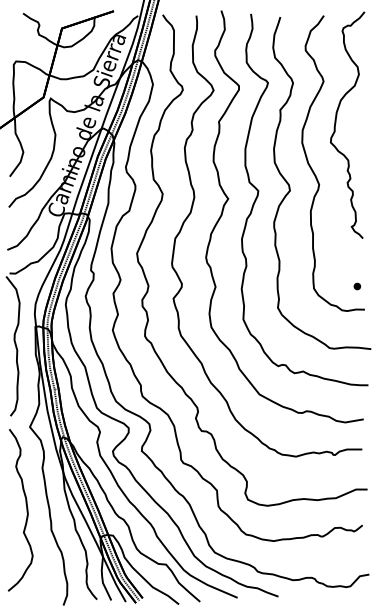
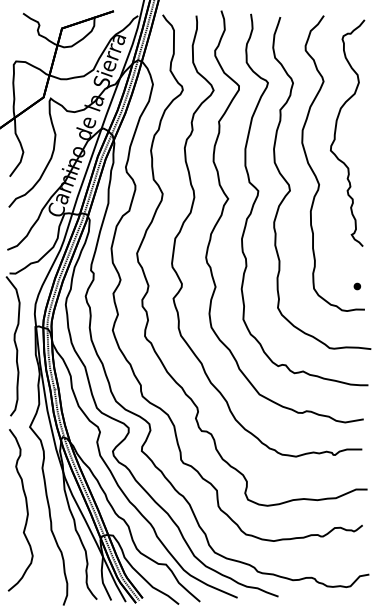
curve at (336, 123) position: (336, 123) -> (336, 131)
